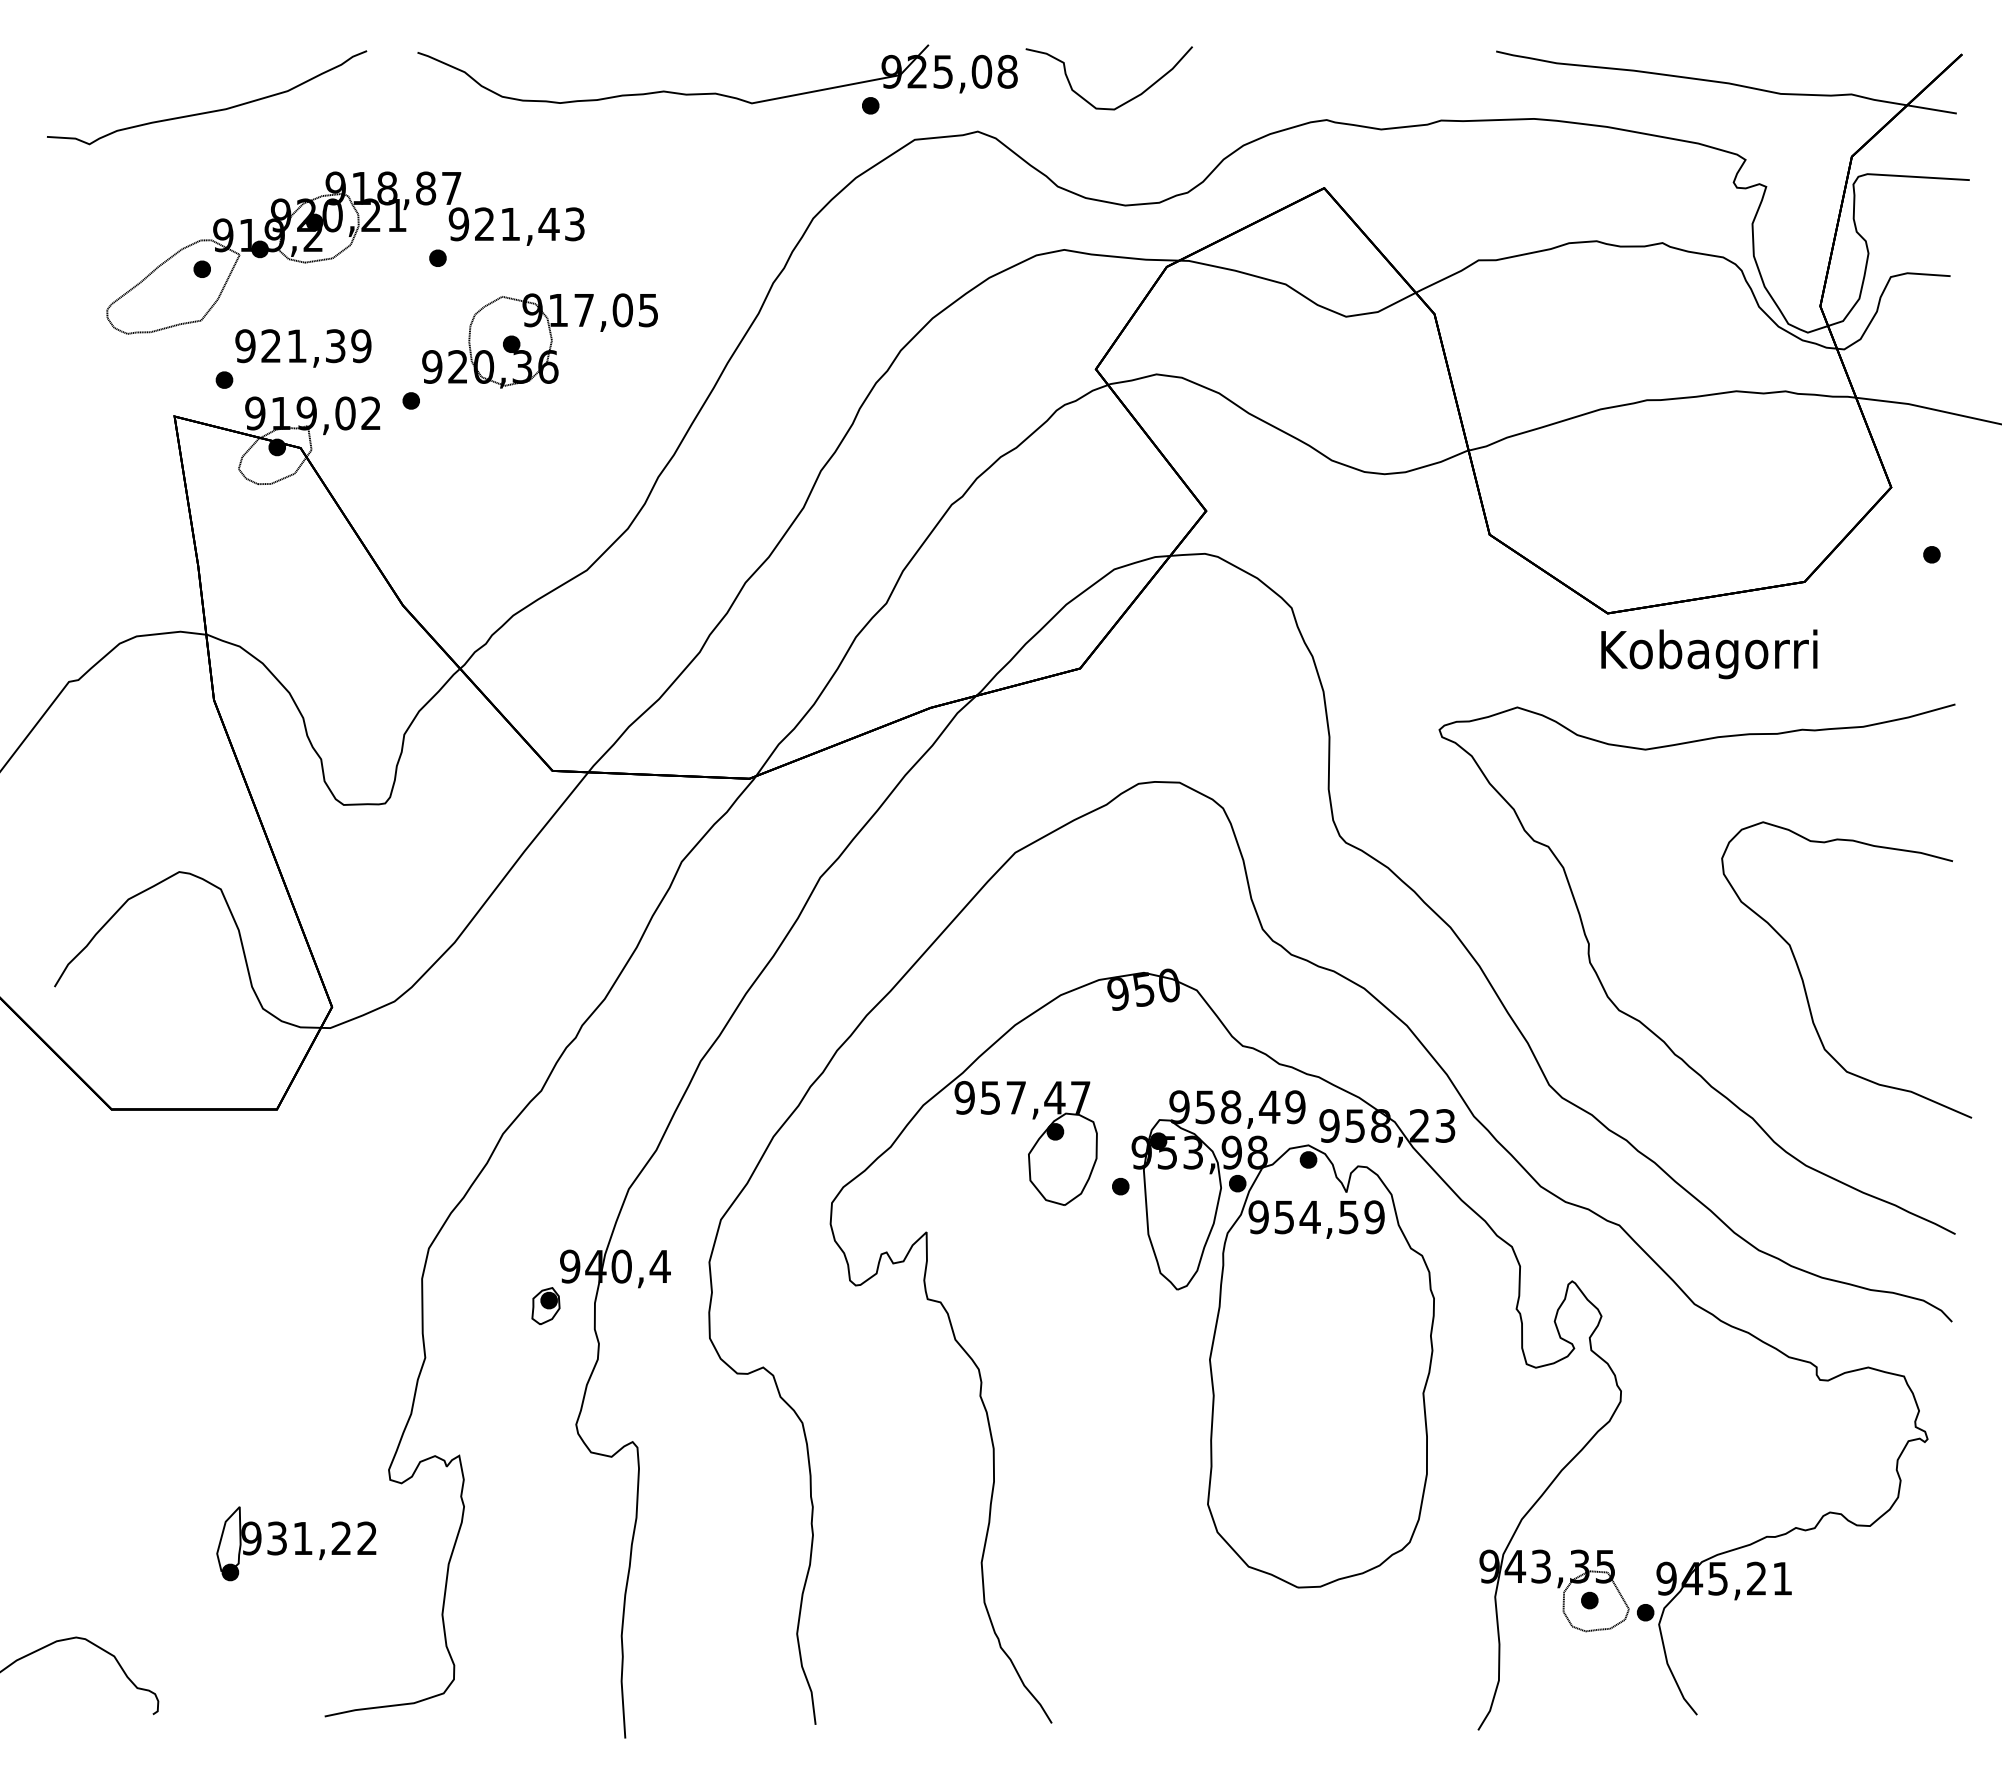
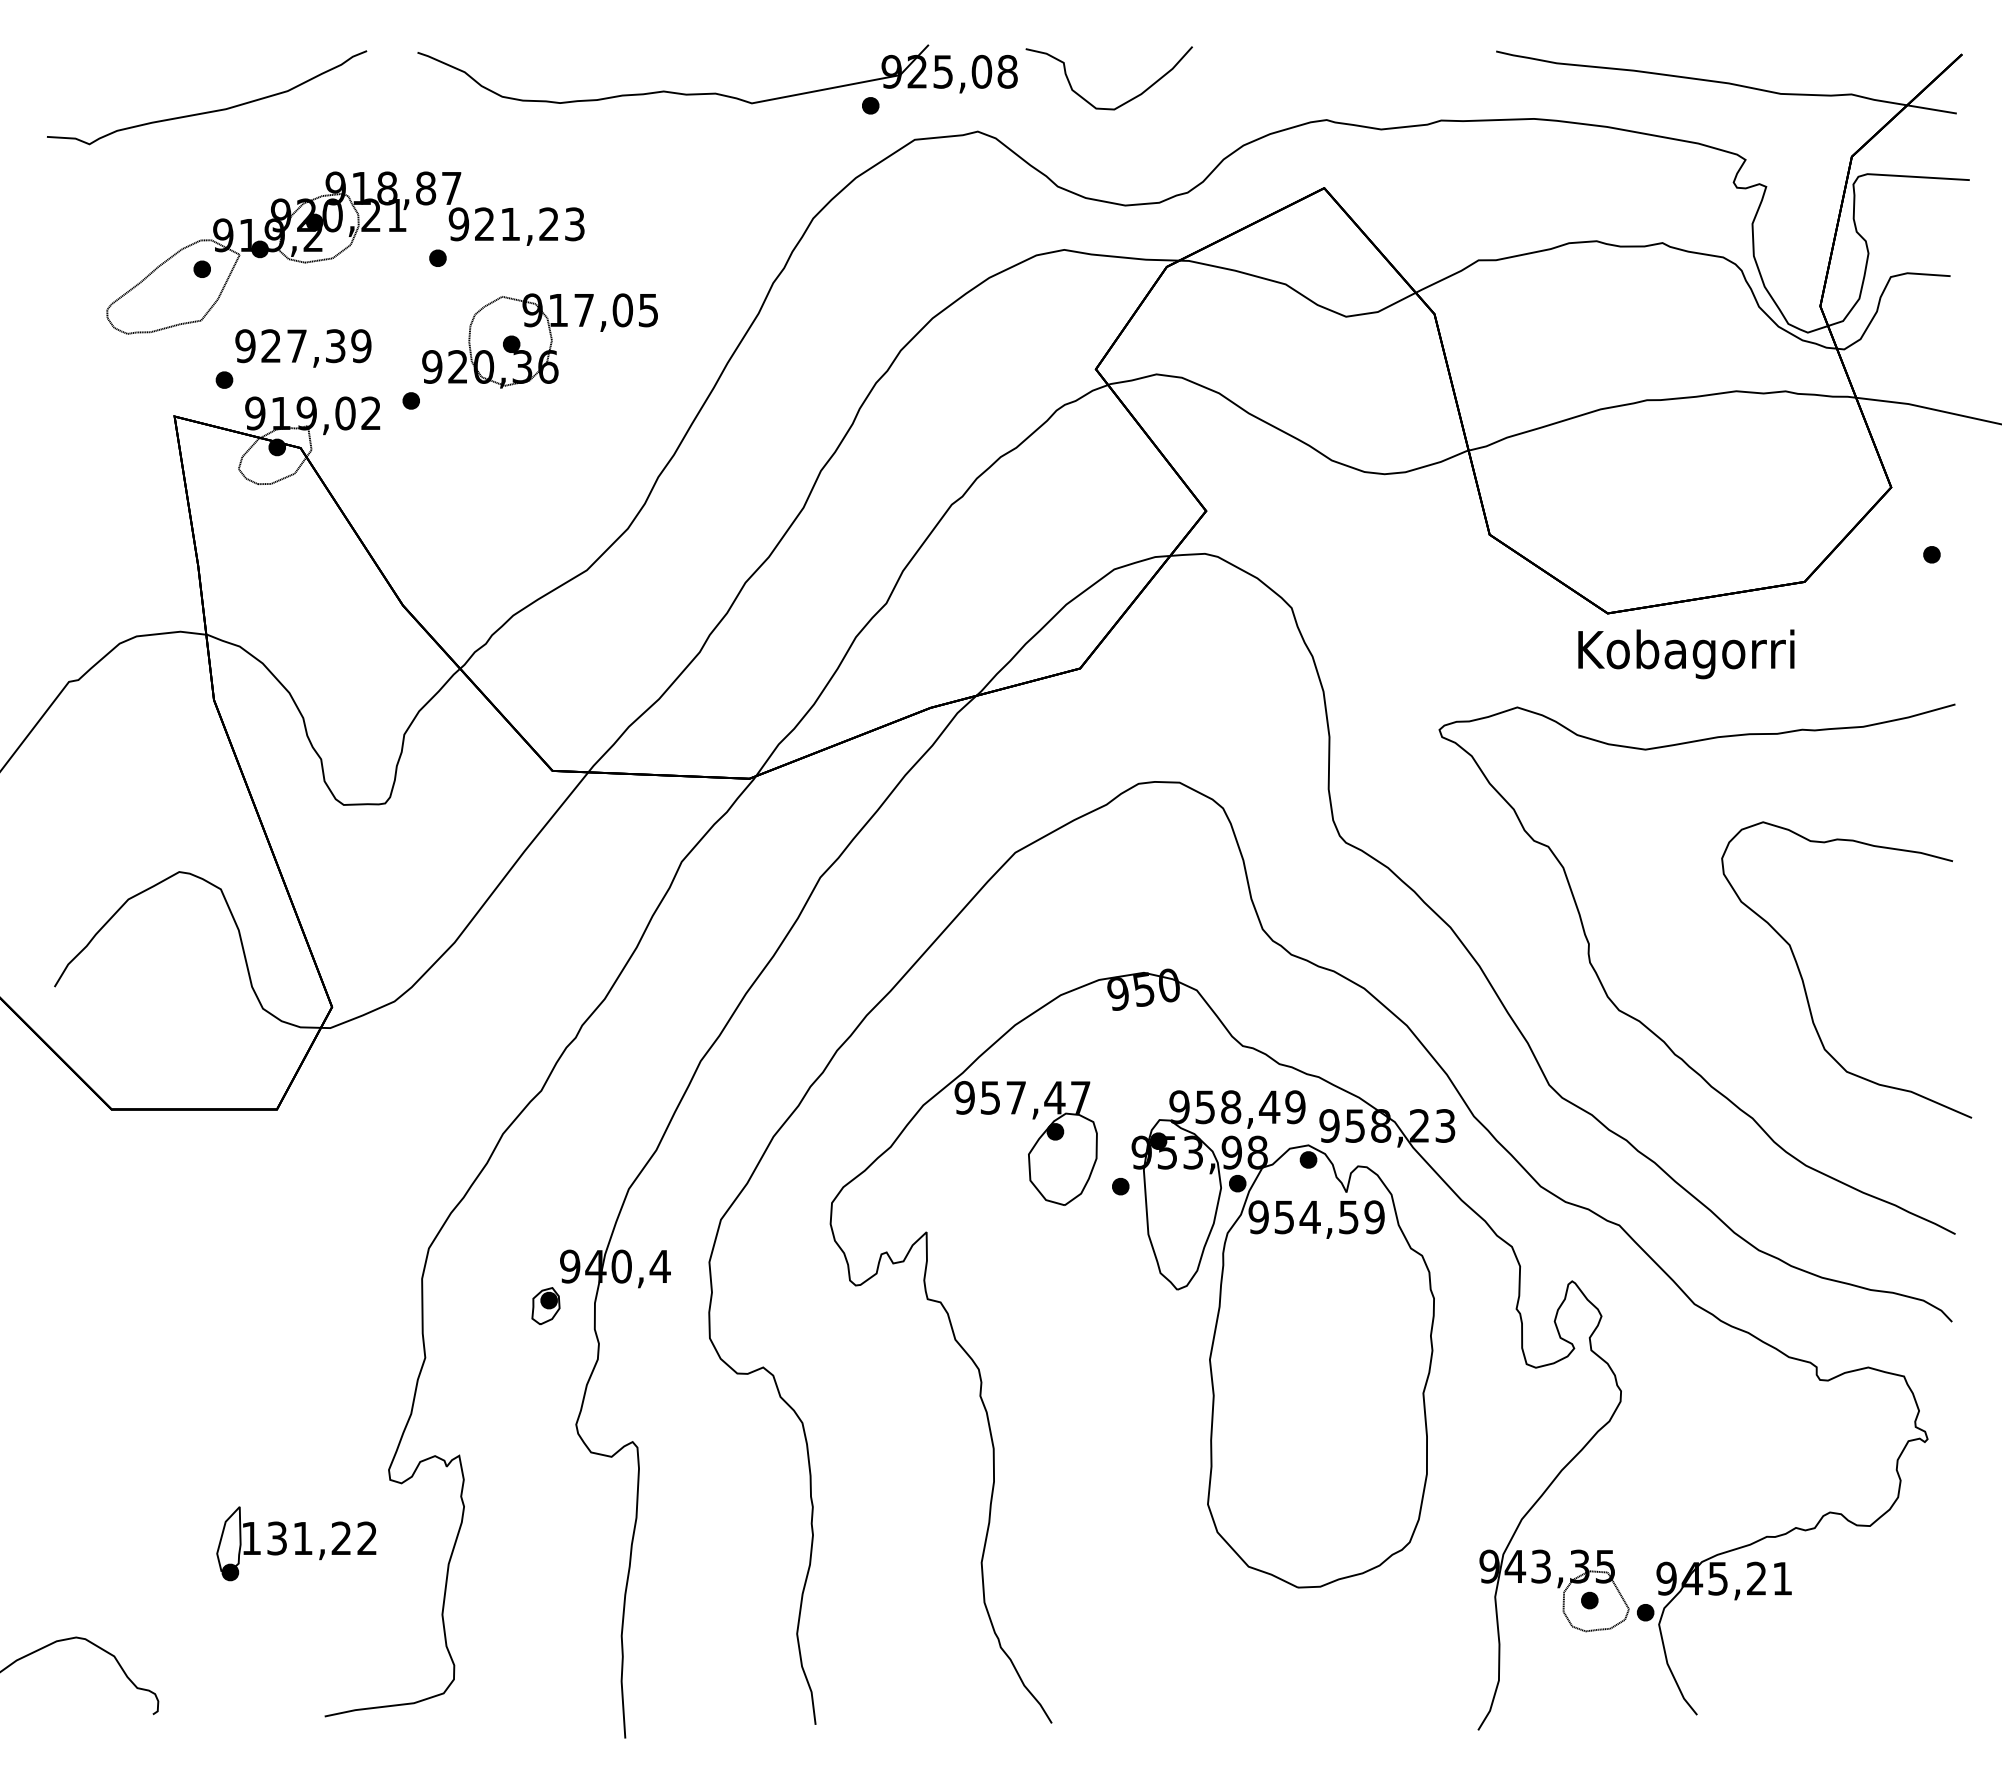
text at (548, 223): 921,43 -> 921,23
text at (296, 345): 921,39 -> 927,39
text at (1709, 654) position: (1709, 654) -> (1686, 654)
text at (251, 1538): 931,22 -> 131,22
